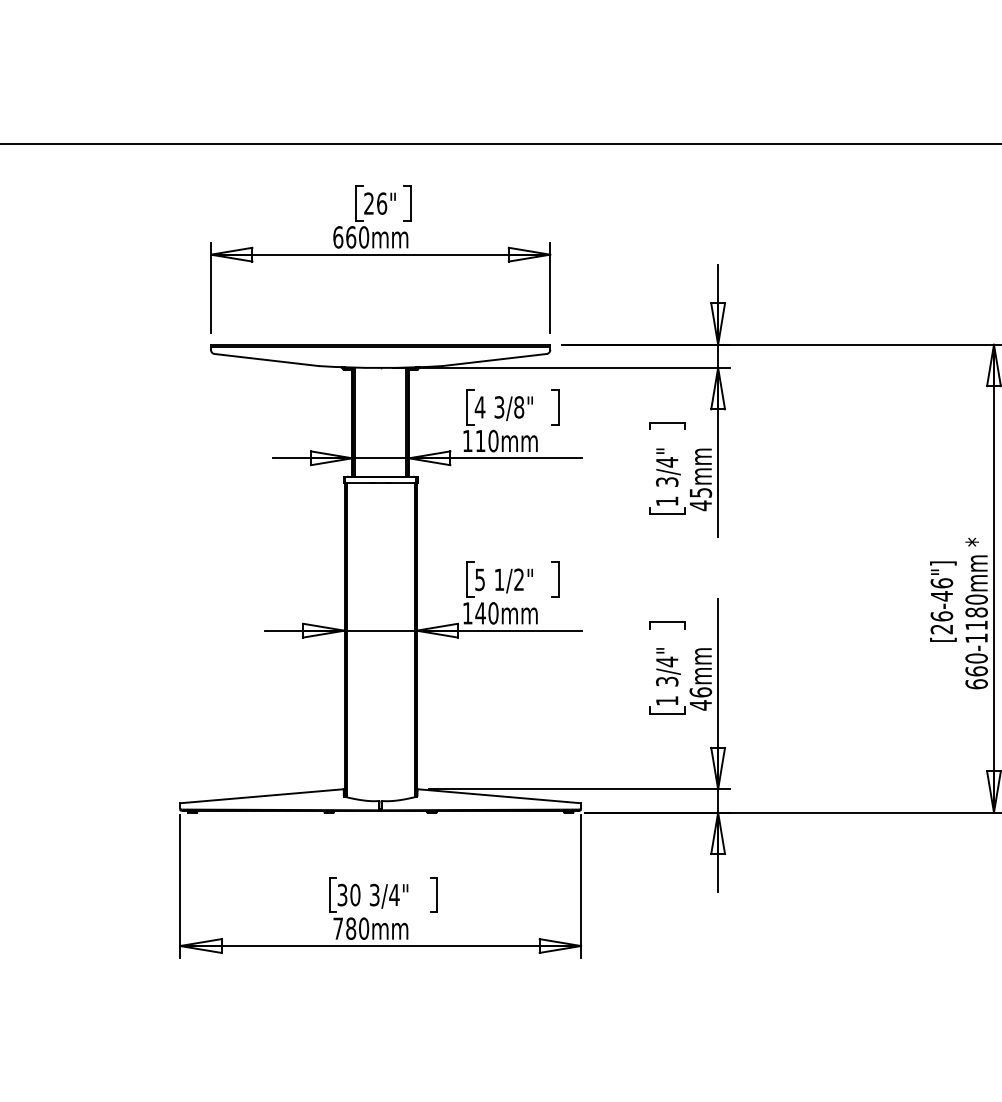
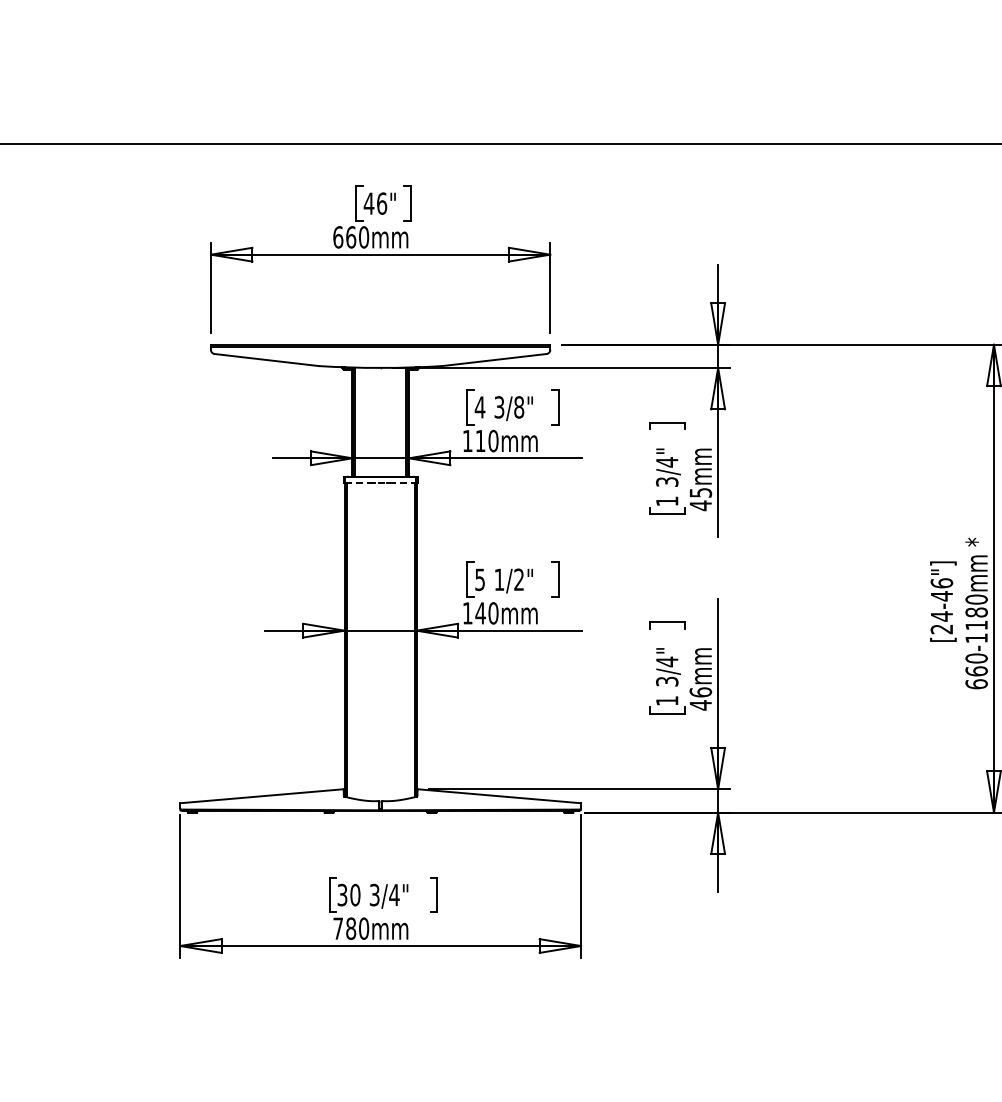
text at (368, 203): 26" -> 46"
line at (380, 483): solid -> dashed
text at (941, 616): [26-46"] -> [24-46"]
